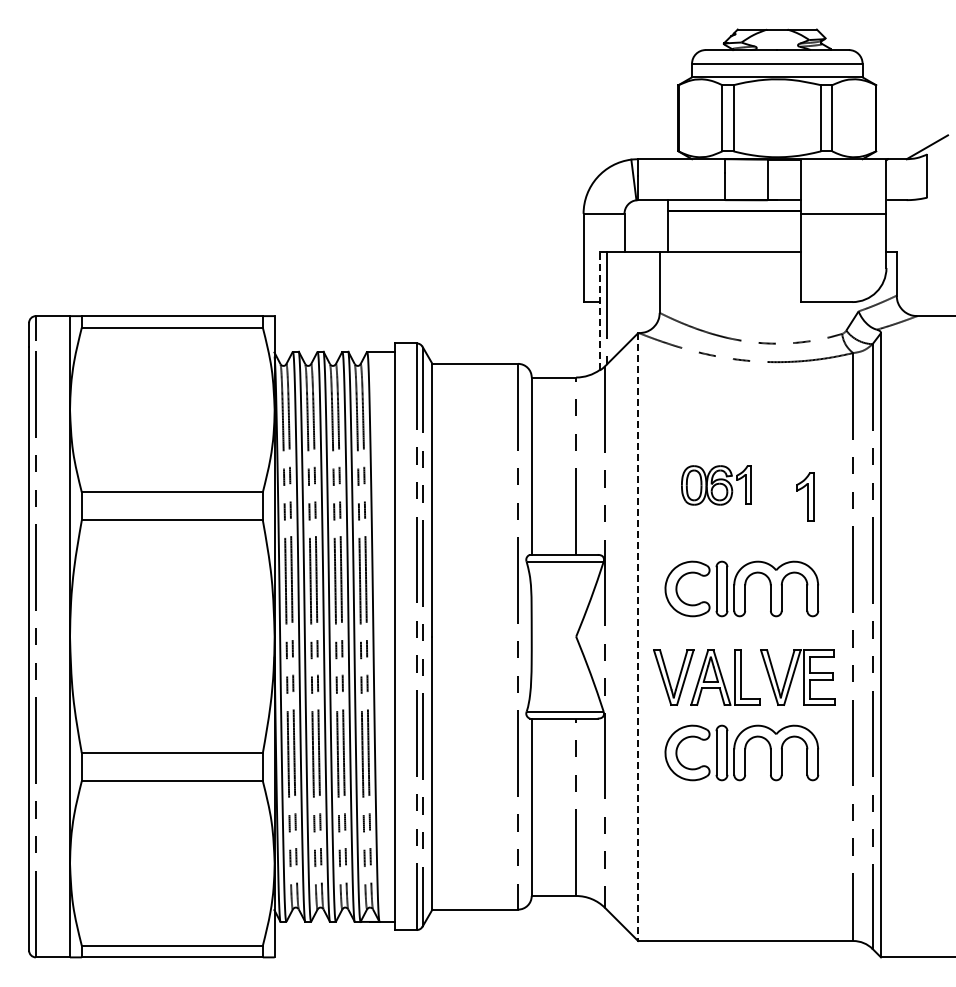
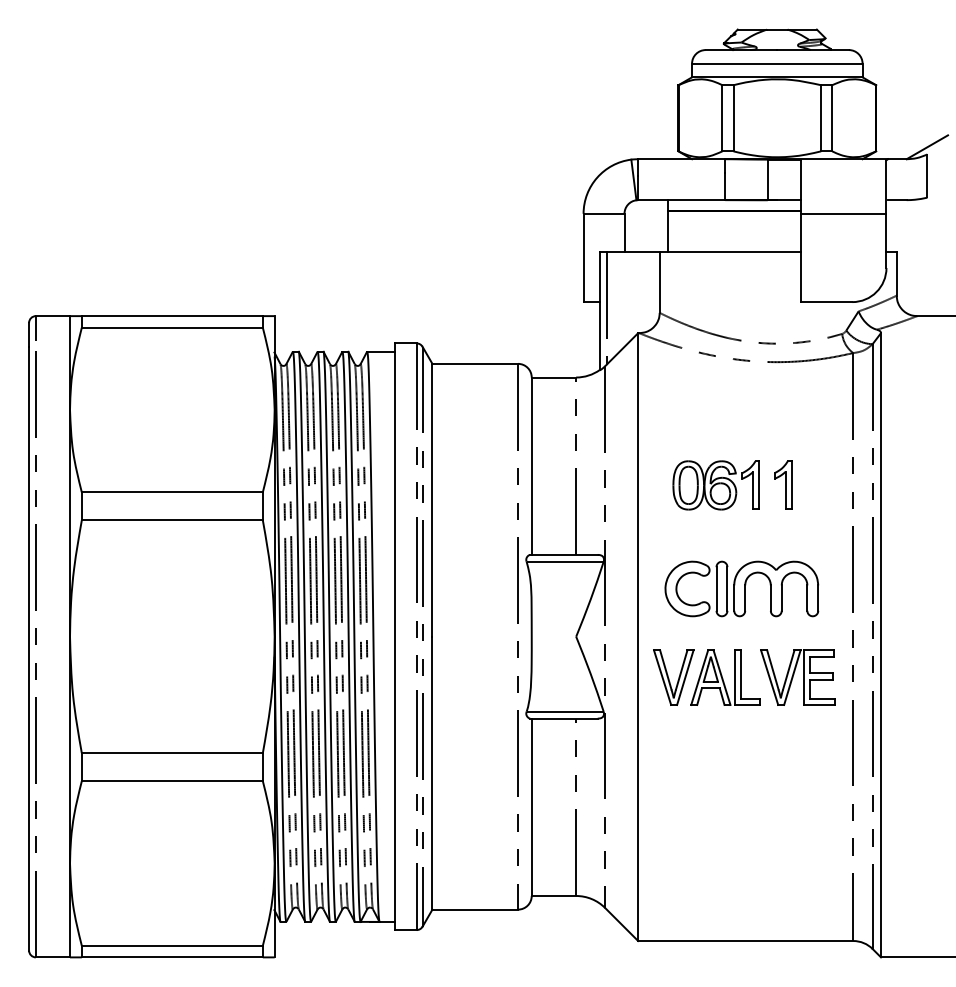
line at (599, 310): dashed -> solid
part at (716, 485) size: 71x41 px -> 88x51 px
part at (805, 496) position: (805, 496) -> (783, 484)
line at (638, 637): dashed -> solid
part at (741, 752): present -> none
